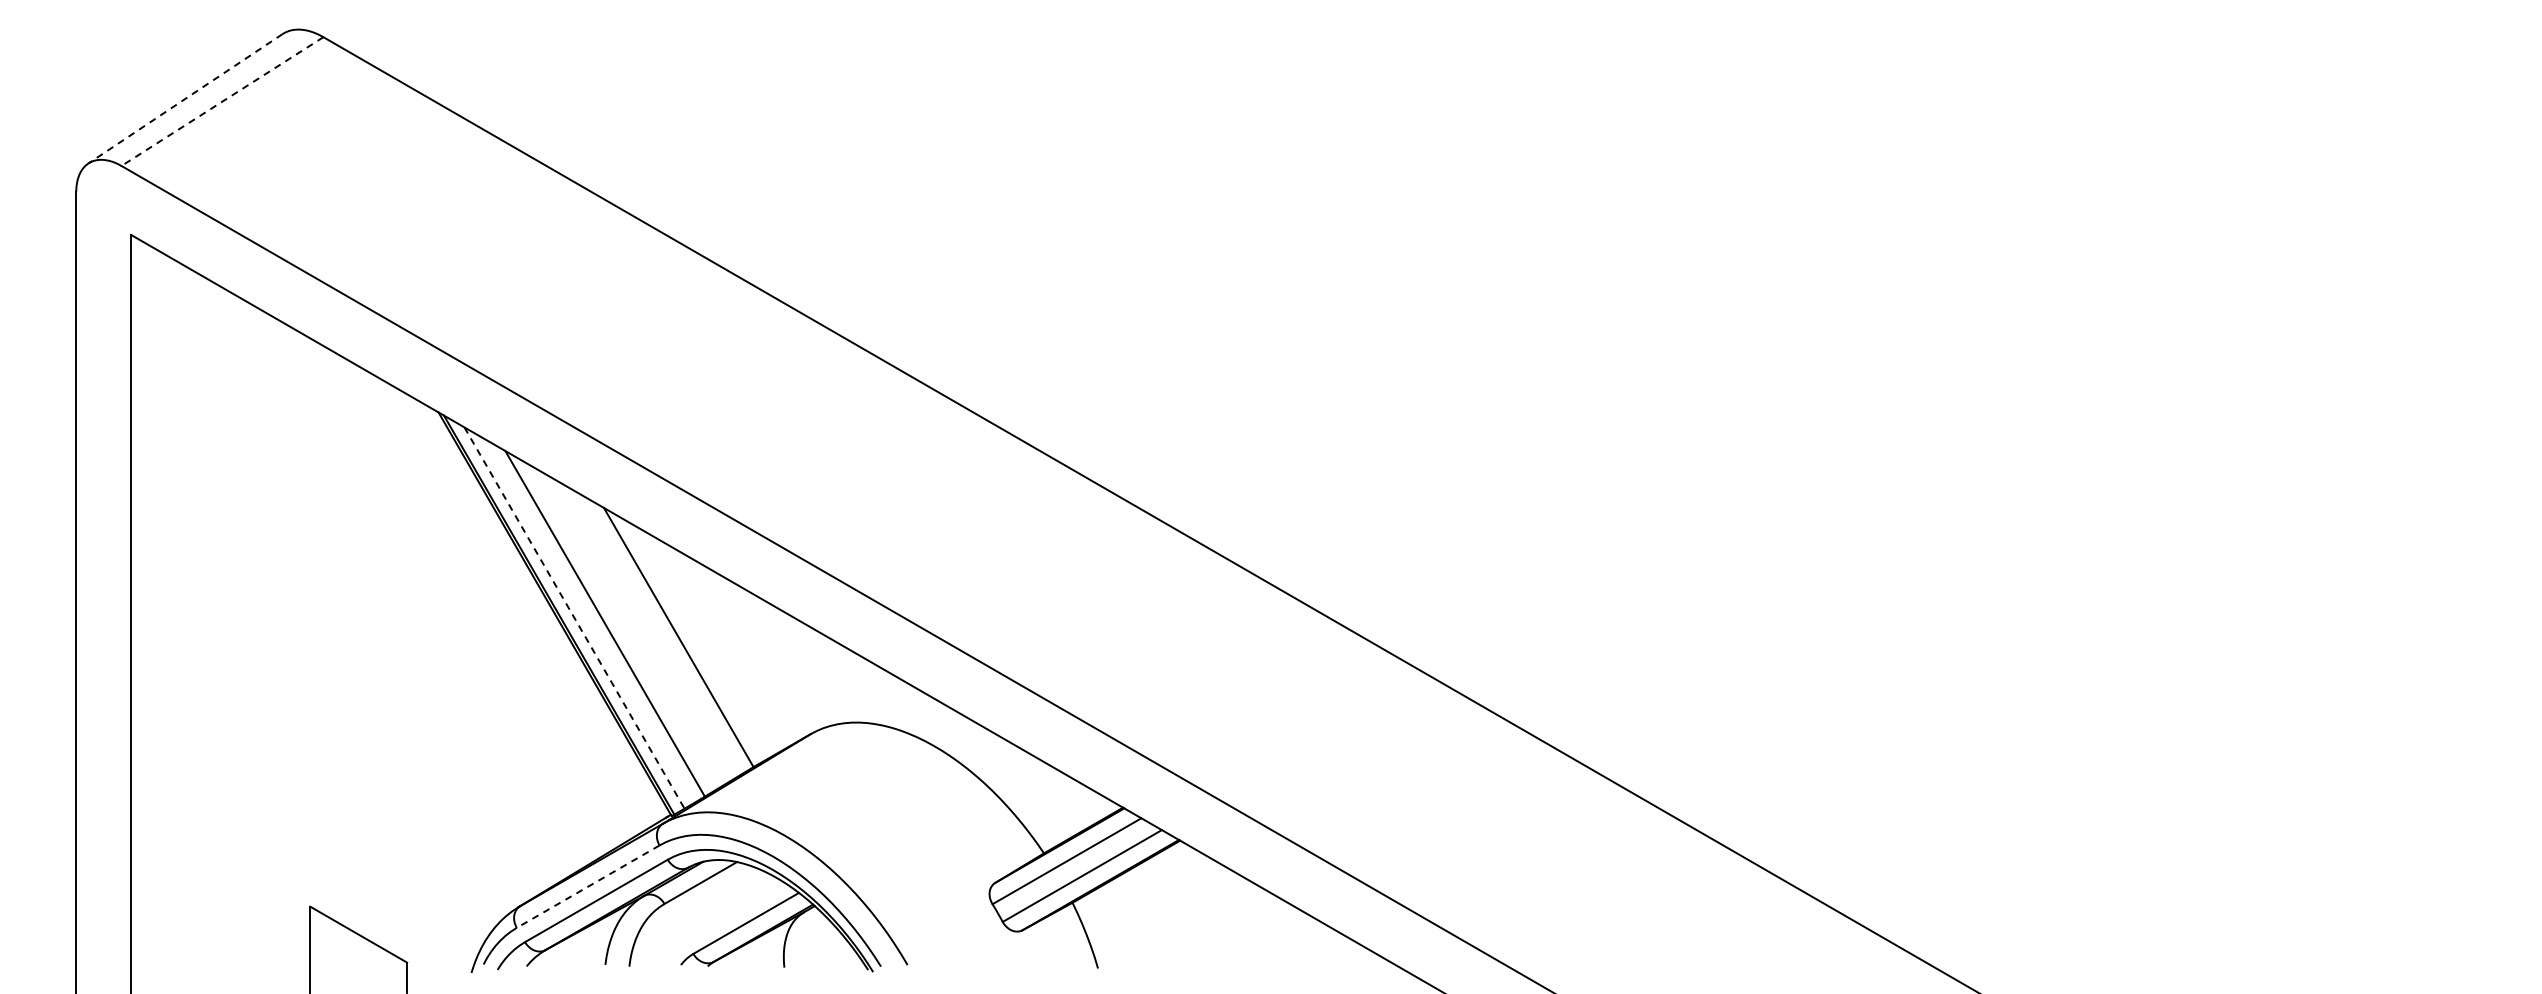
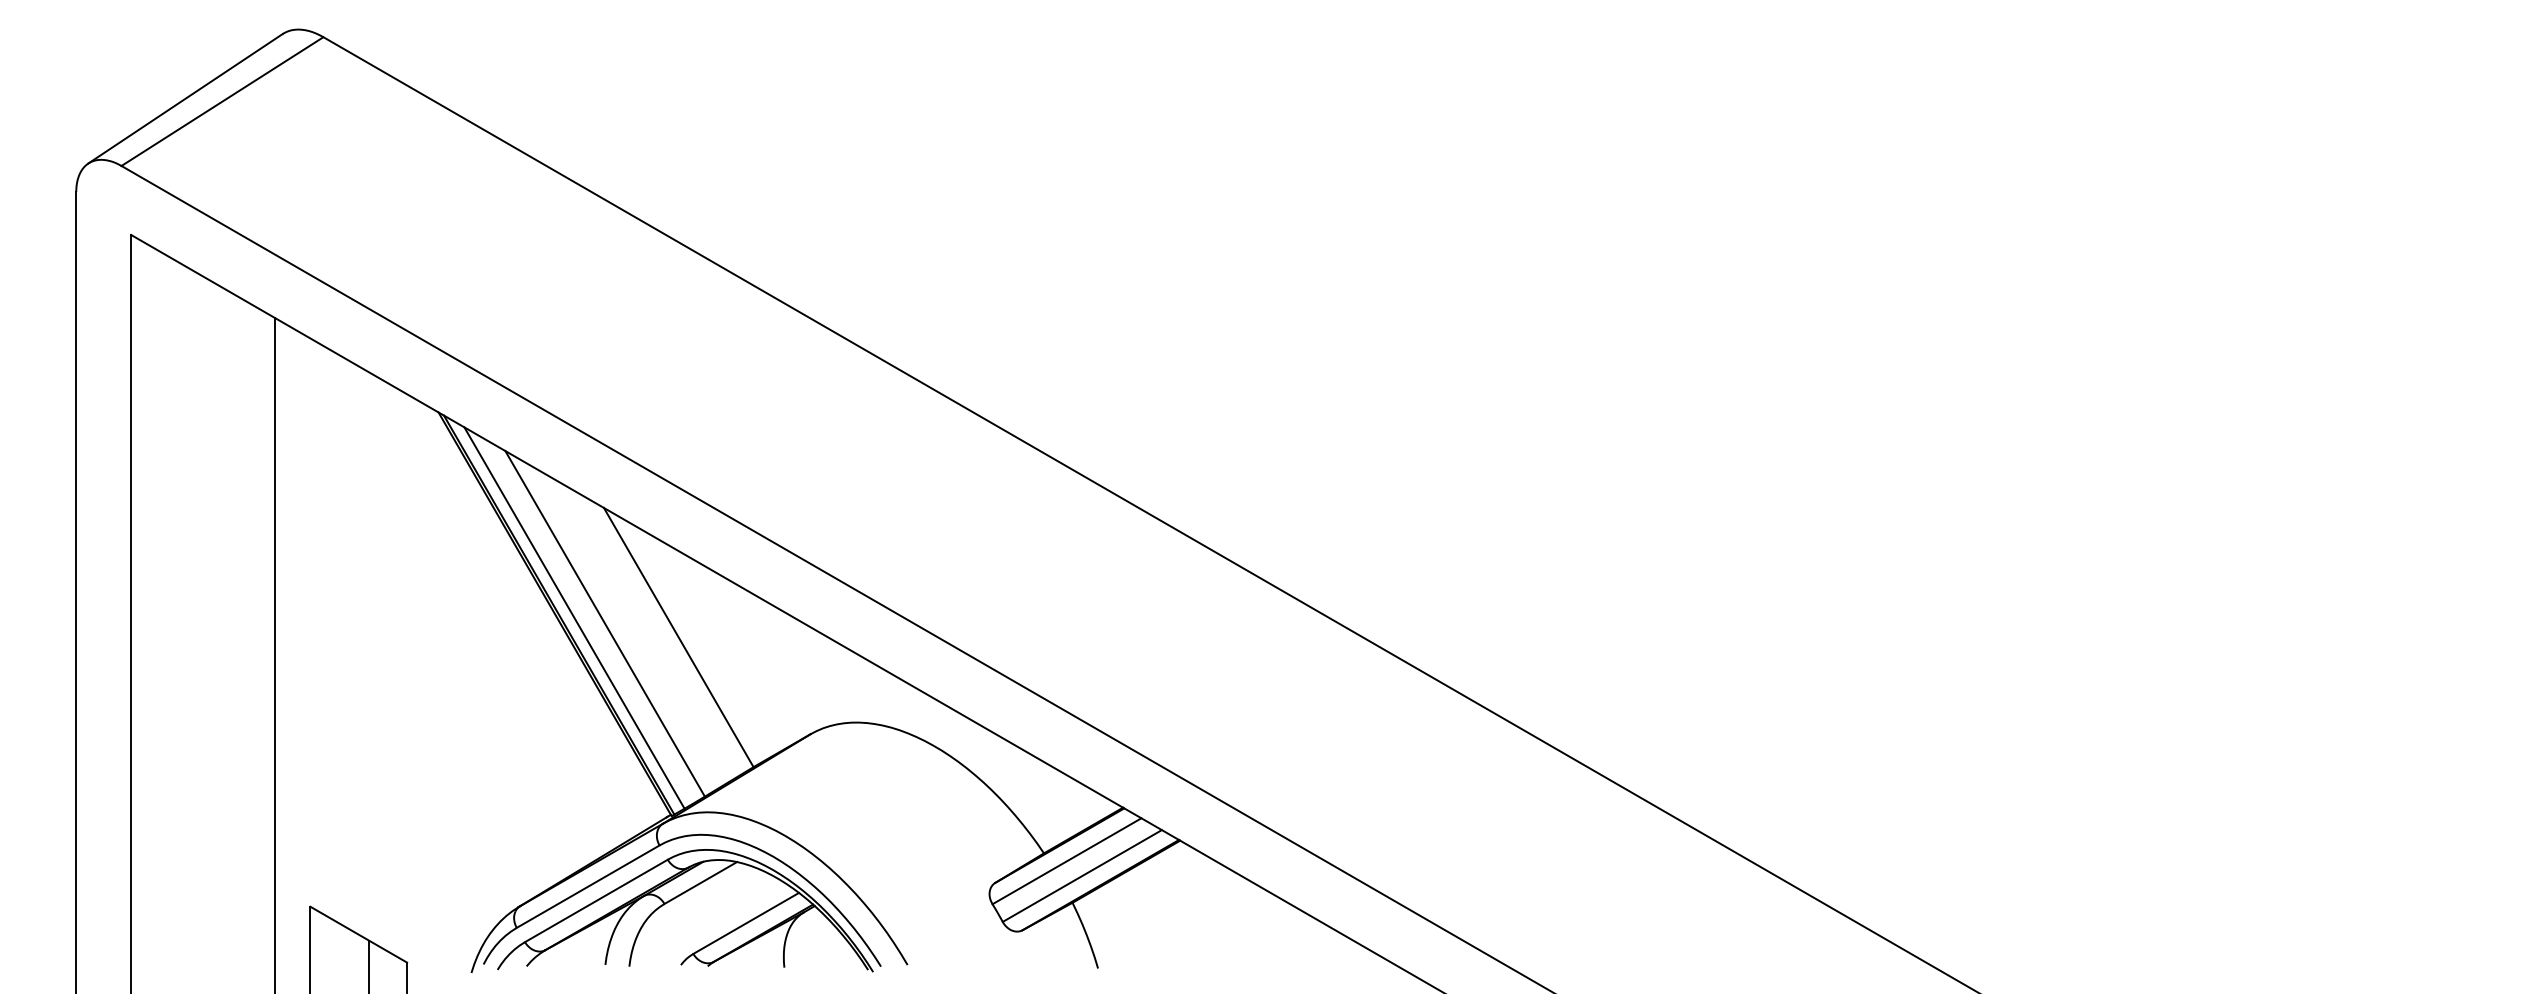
line at (185, 98): dashed -> solid
line at (222, 101): dashed -> solid
line at (574, 618): dashed -> solid
line at (274, 653): none -> present
line at (587, 886): dashed -> solid
line at (368, 965): none -> present
